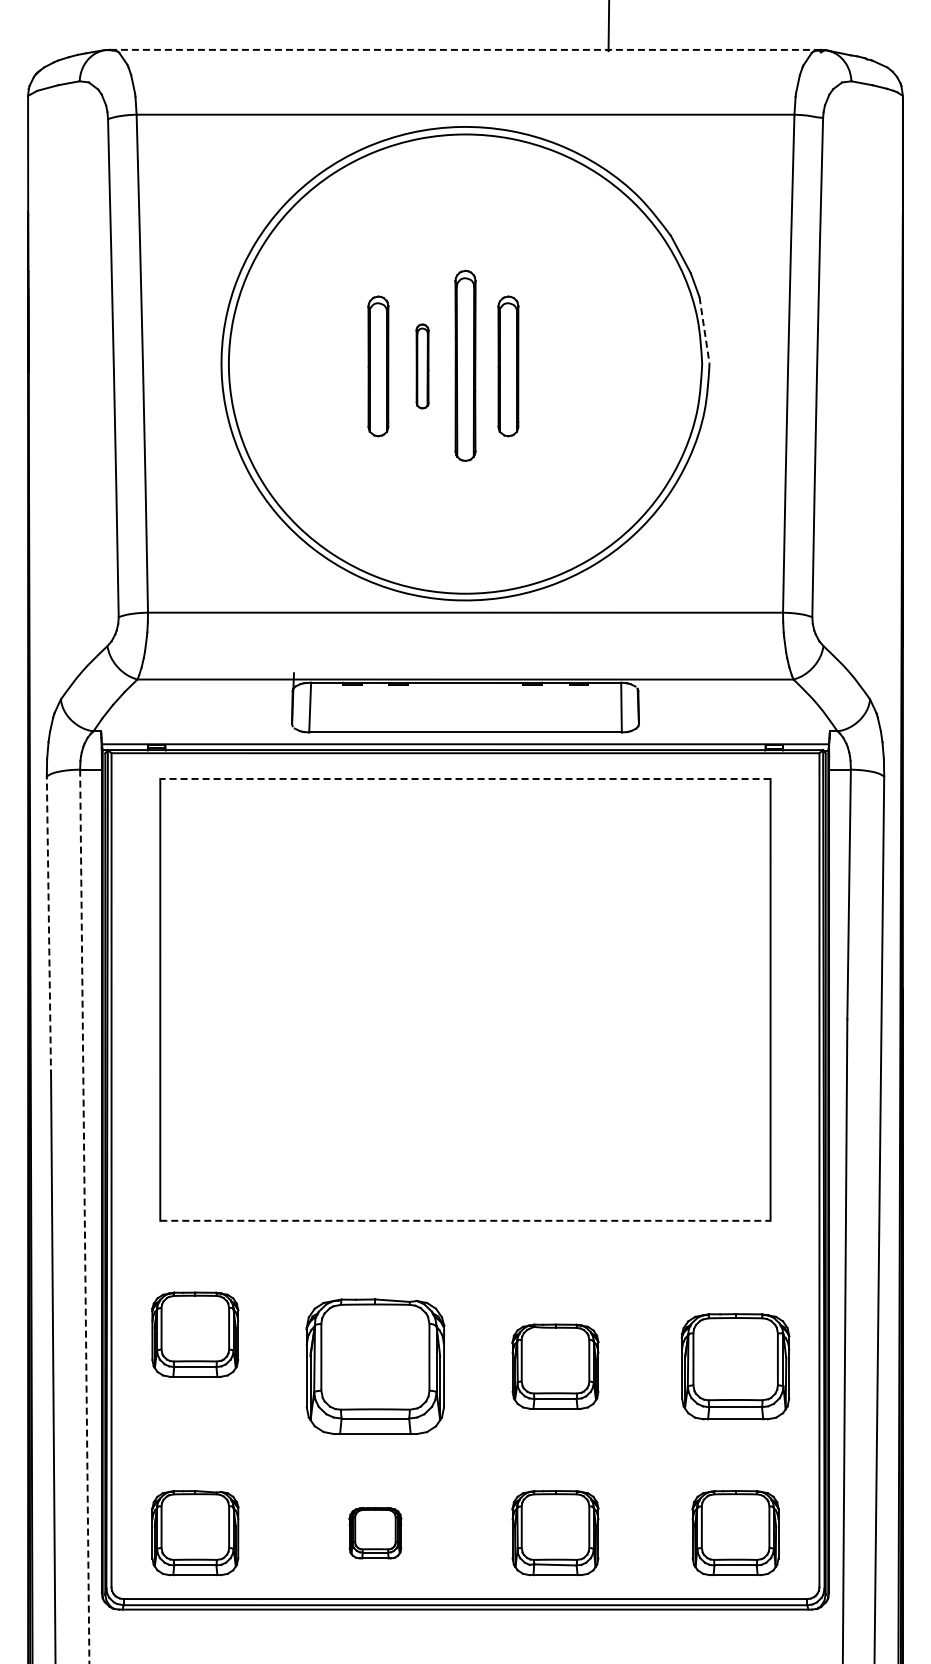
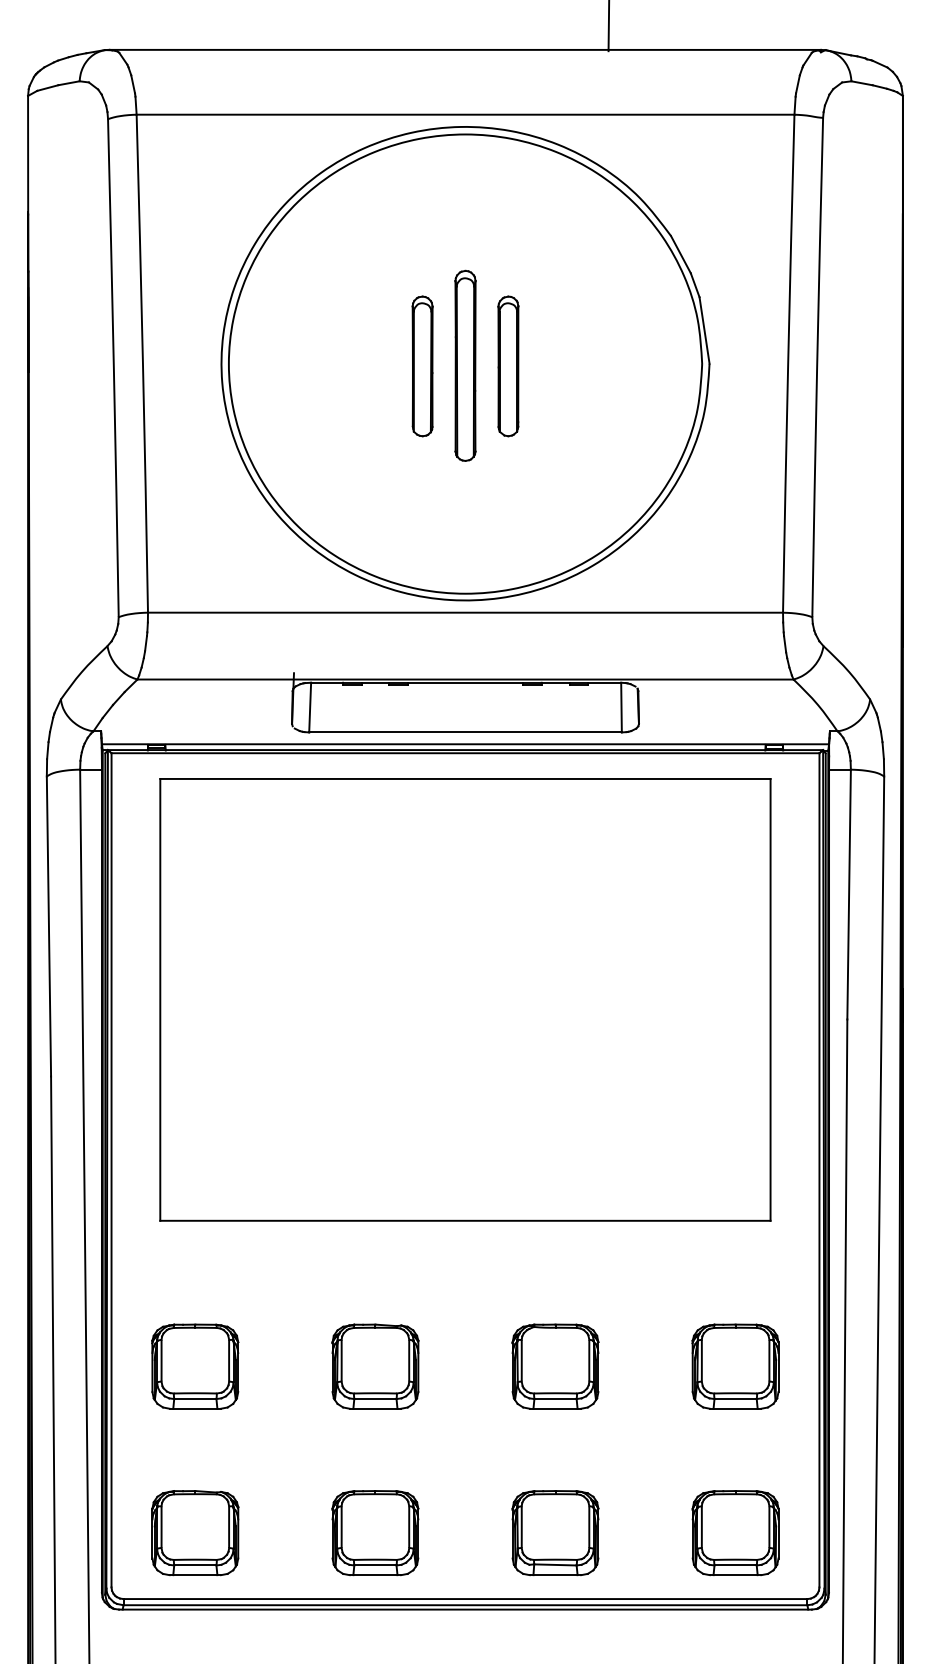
line at (465, 49): dashed -> solid
line at (704, 330): dashed -> solid
part at (378, 366): present -> none
part at (422, 366) size: 15x87 px -> 23x143 px
line at (464, 778): dashed -> solid
line at (48, 925): dashed -> solid
line at (84, 1217): dashed -> solid
line at (465, 1220): dashed -> solid
part at (195, 1334) position: (195, 1334) -> (195, 1366)
part at (375, 1366) size: 141x138 px -> 89x87 px
part at (735, 1366) size: 111x108 px -> 89x87 px
part at (375, 1533) size: 55x53 px -> 89x87 px
